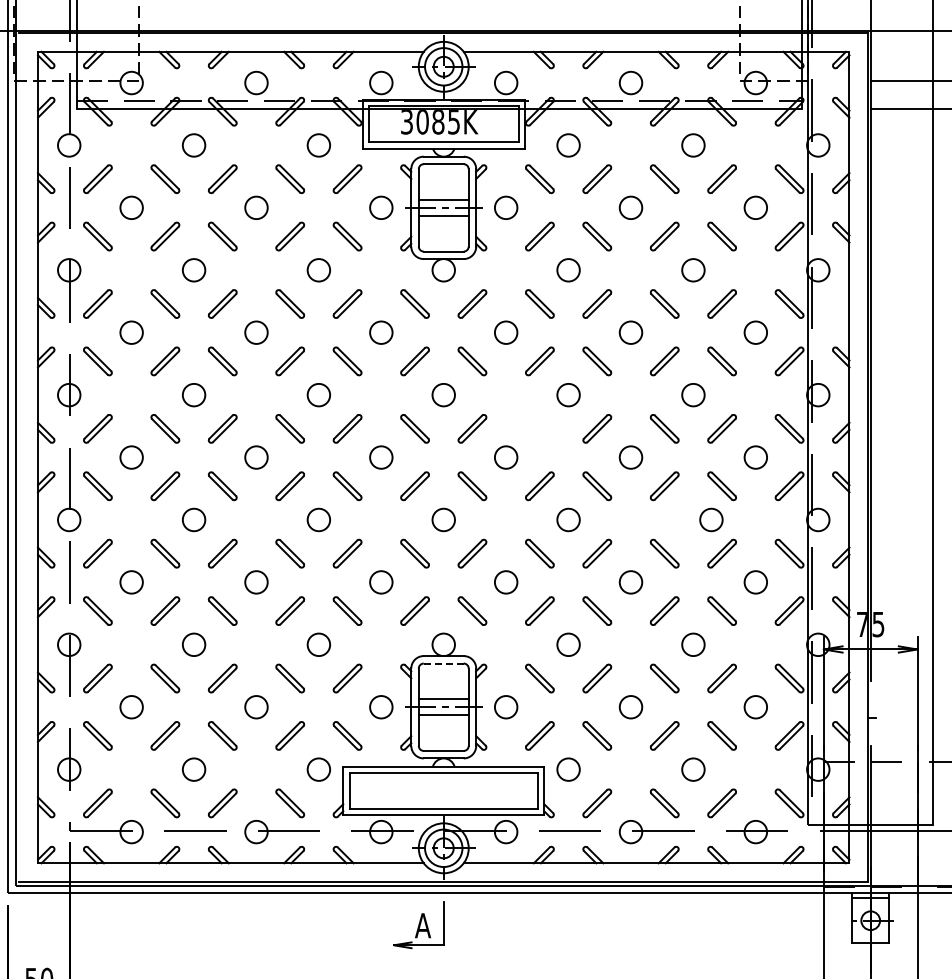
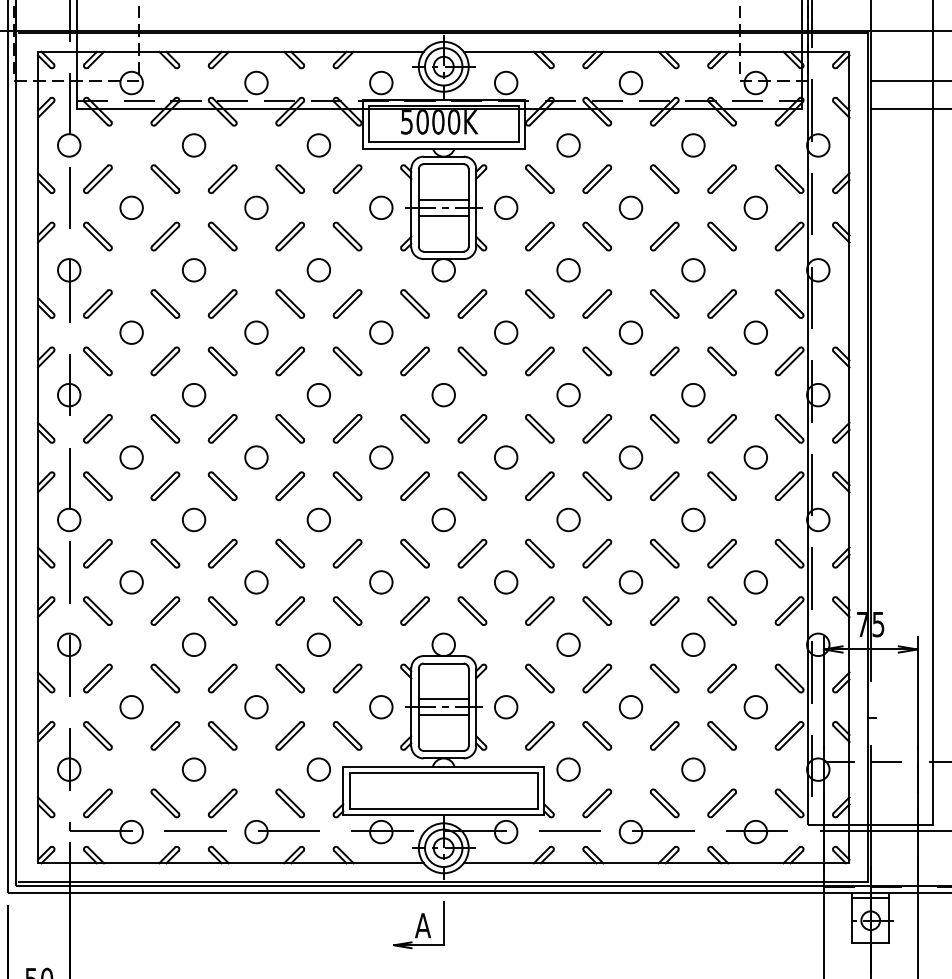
text at (430, 122): 3085K -> 5000K
part at (539, 428): none -> present
circle at (711, 519) position: (711, 519) -> (693, 519)
line at (443, 663): dashed -> solid
